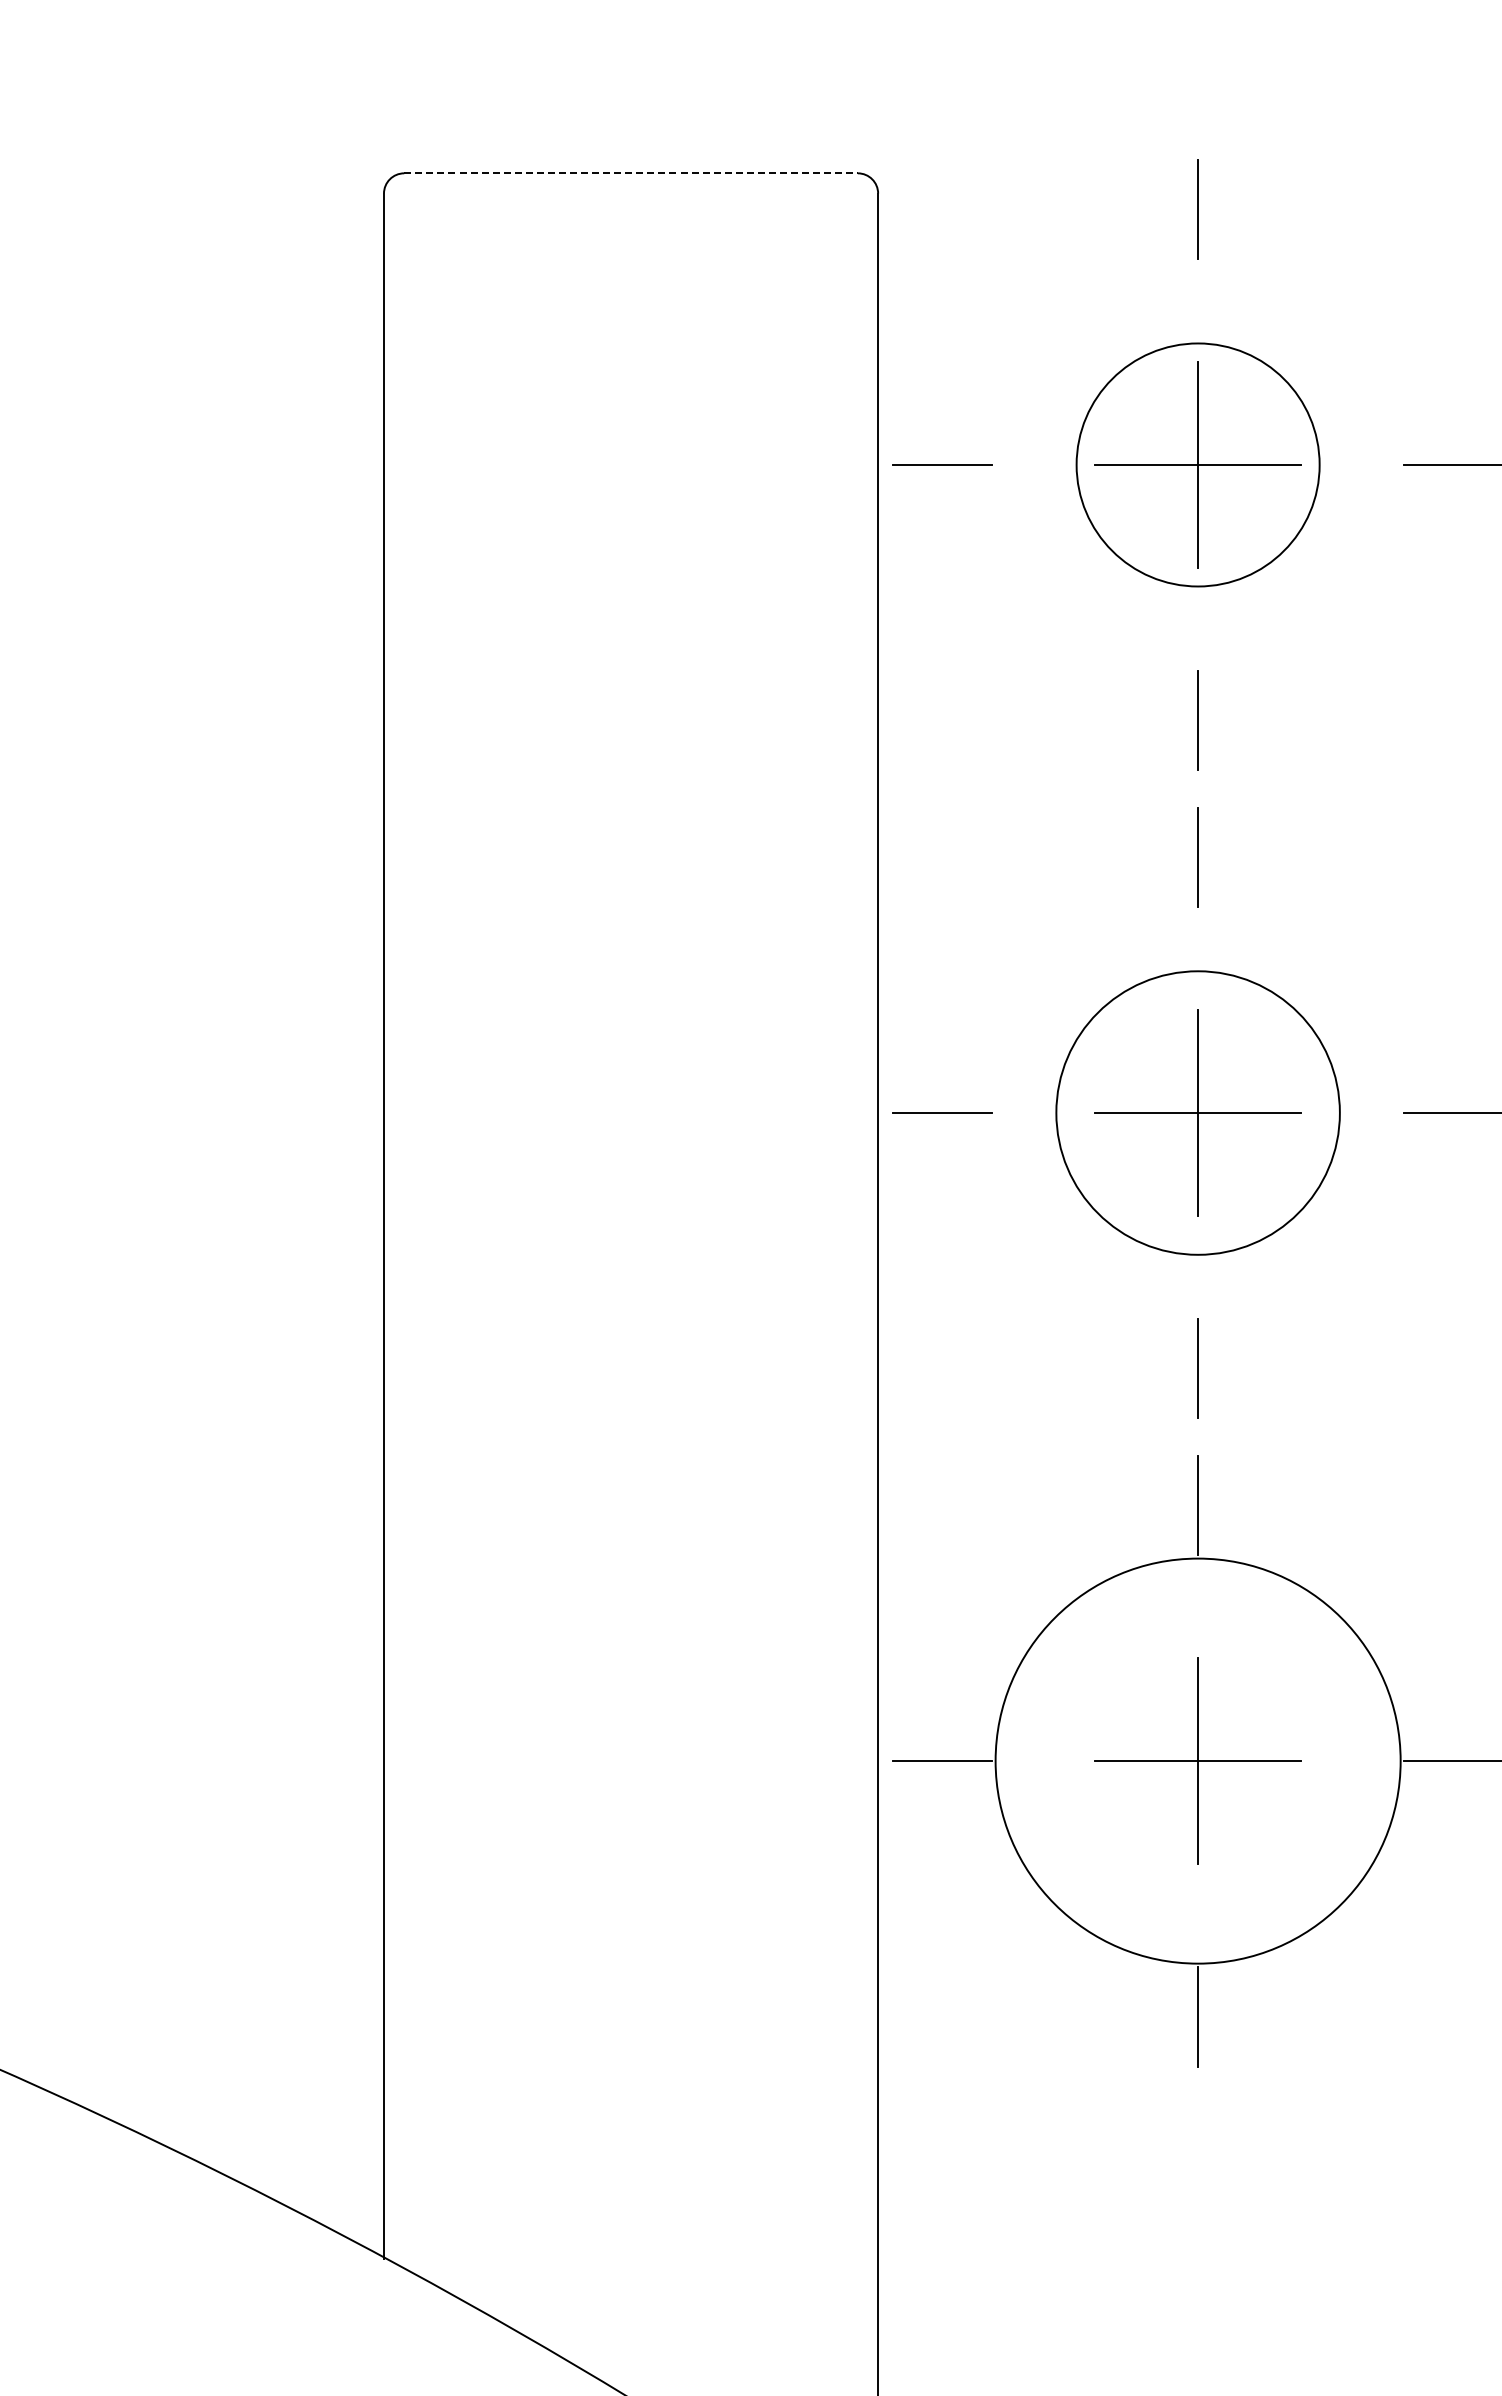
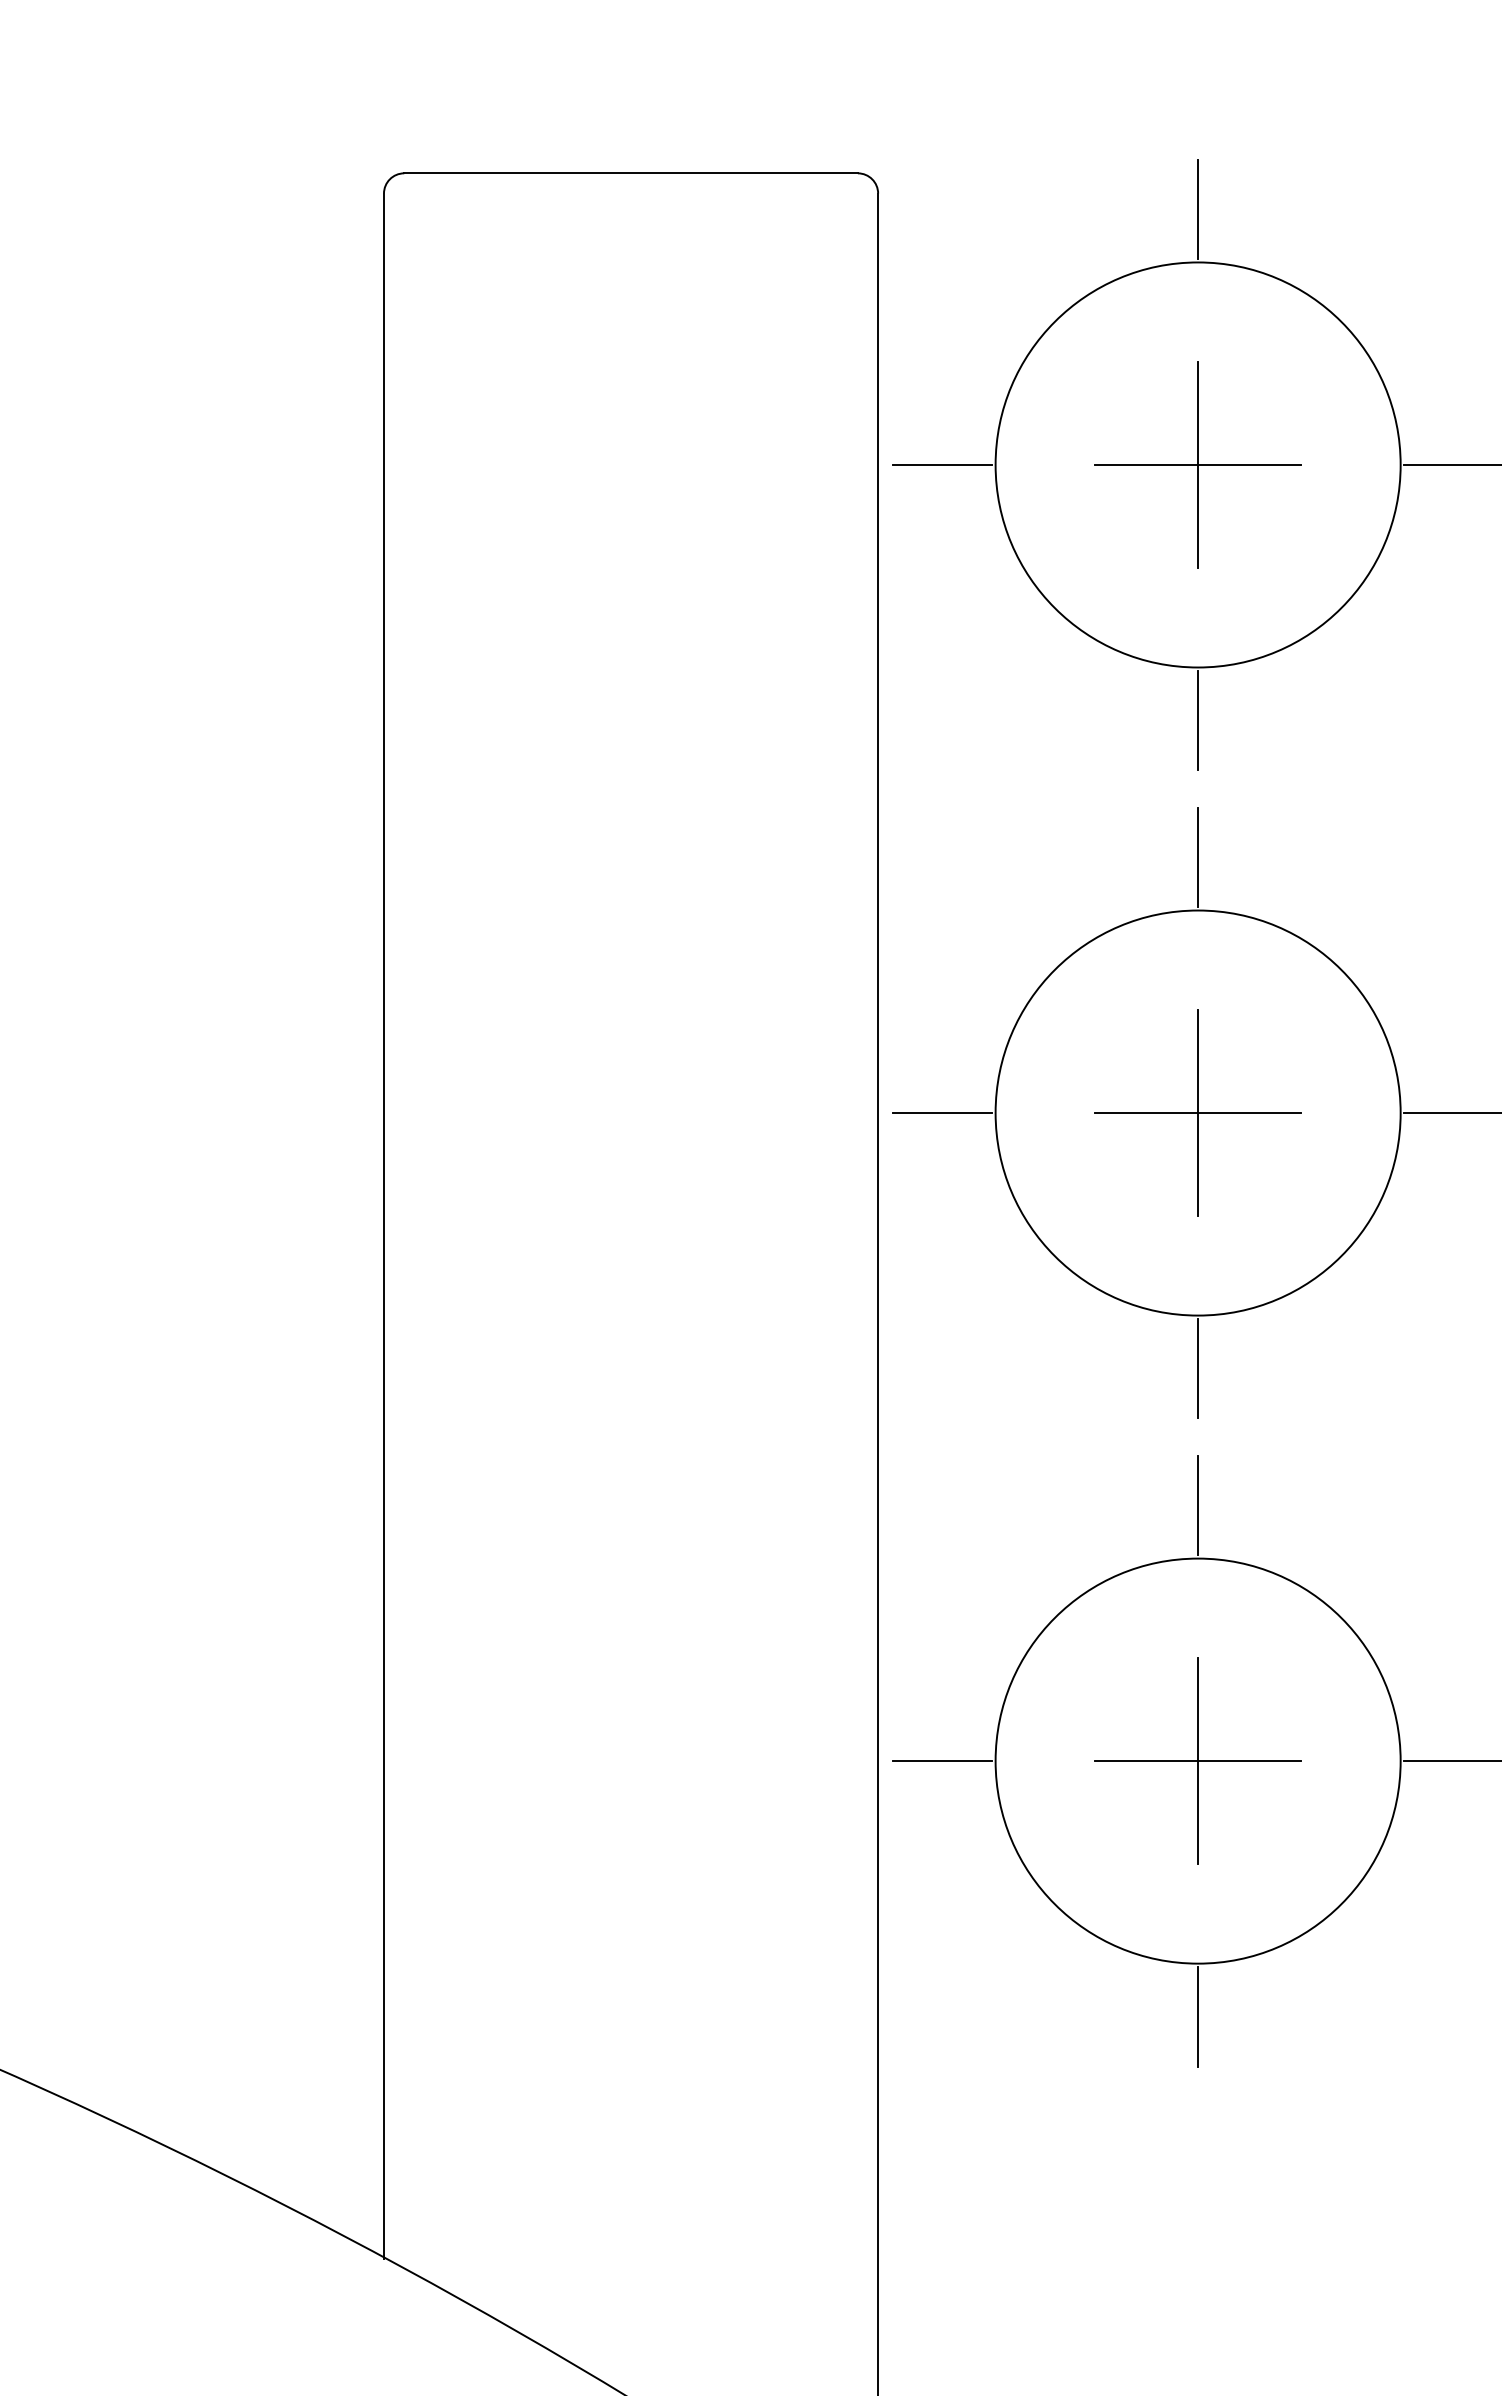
line at (631, 173): dashed -> solid
circle at (1197, 464) diameter: 243 px -> 405 px
circle at (1197, 1112) diameter: 284 px -> 405 px
